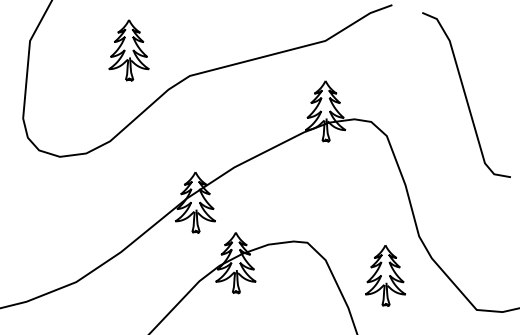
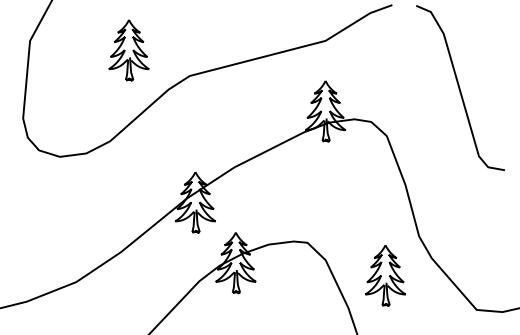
curve at (466, 94) position: (466, 94) -> (460, 87)
